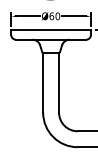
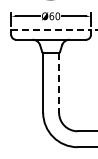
line at (51, 30): solid -> dashed
line at (59, 82): solid -> dashed
